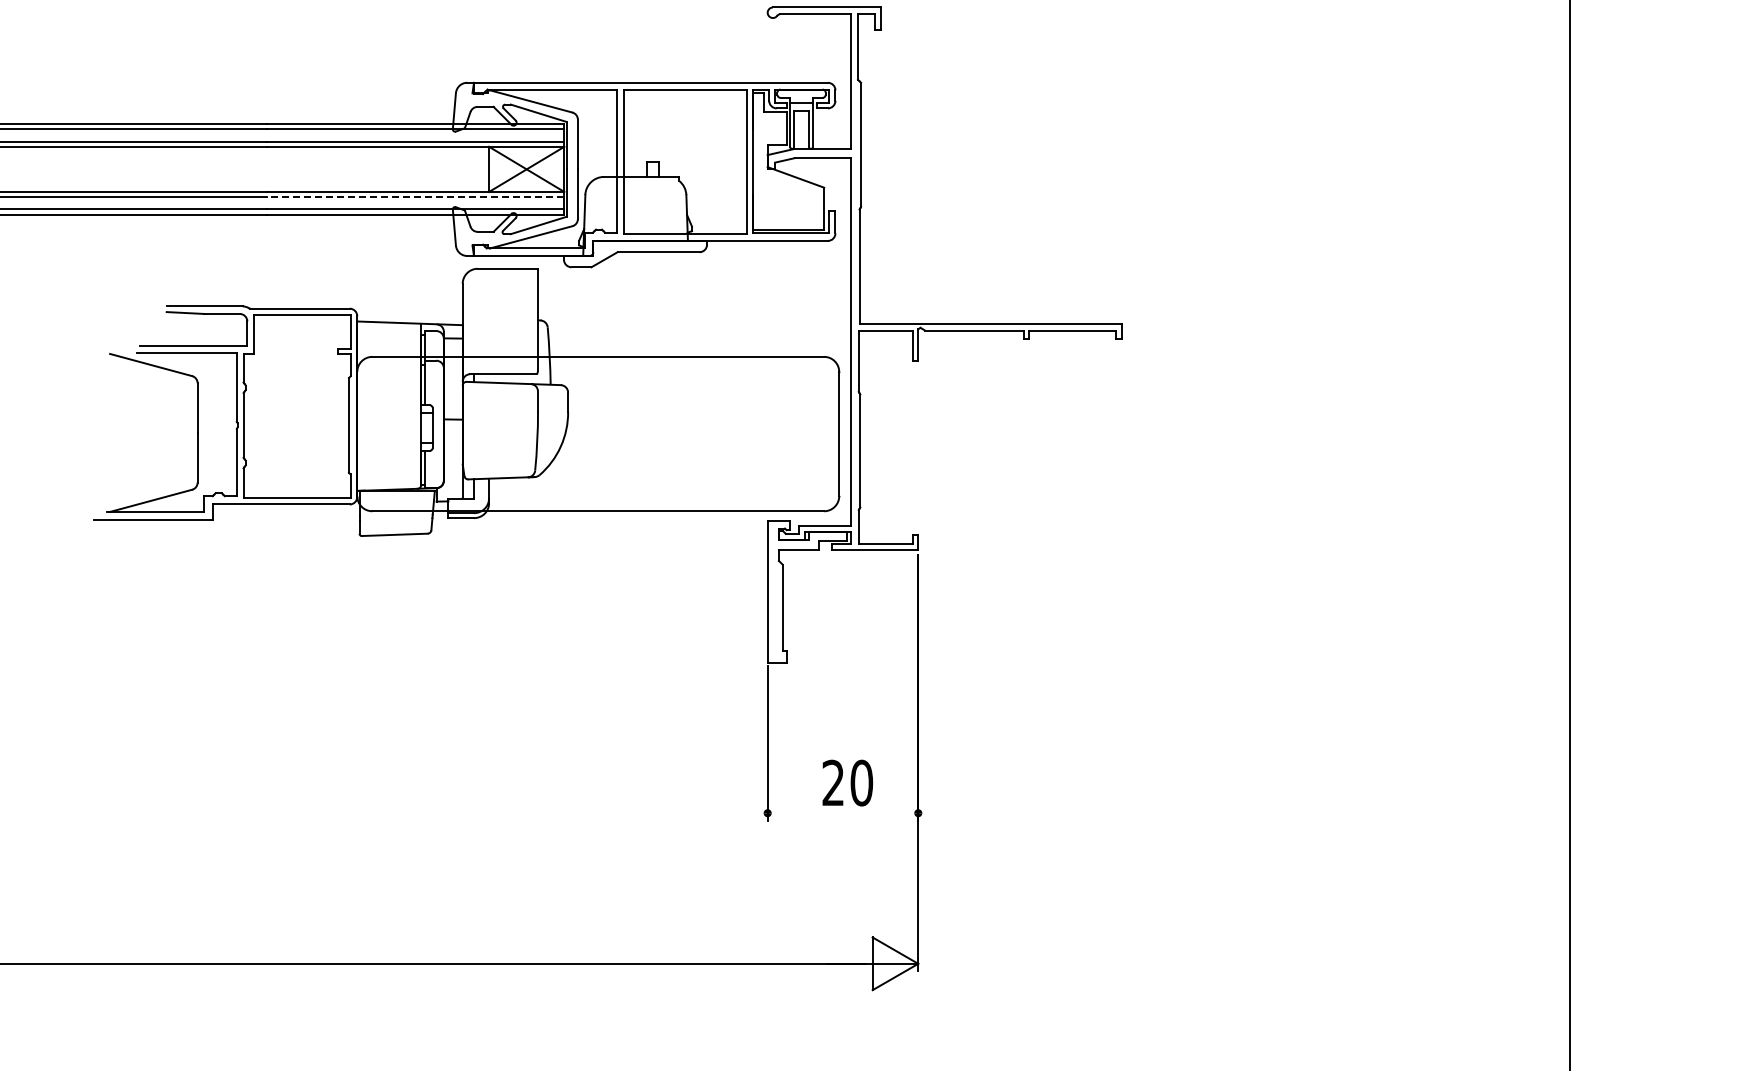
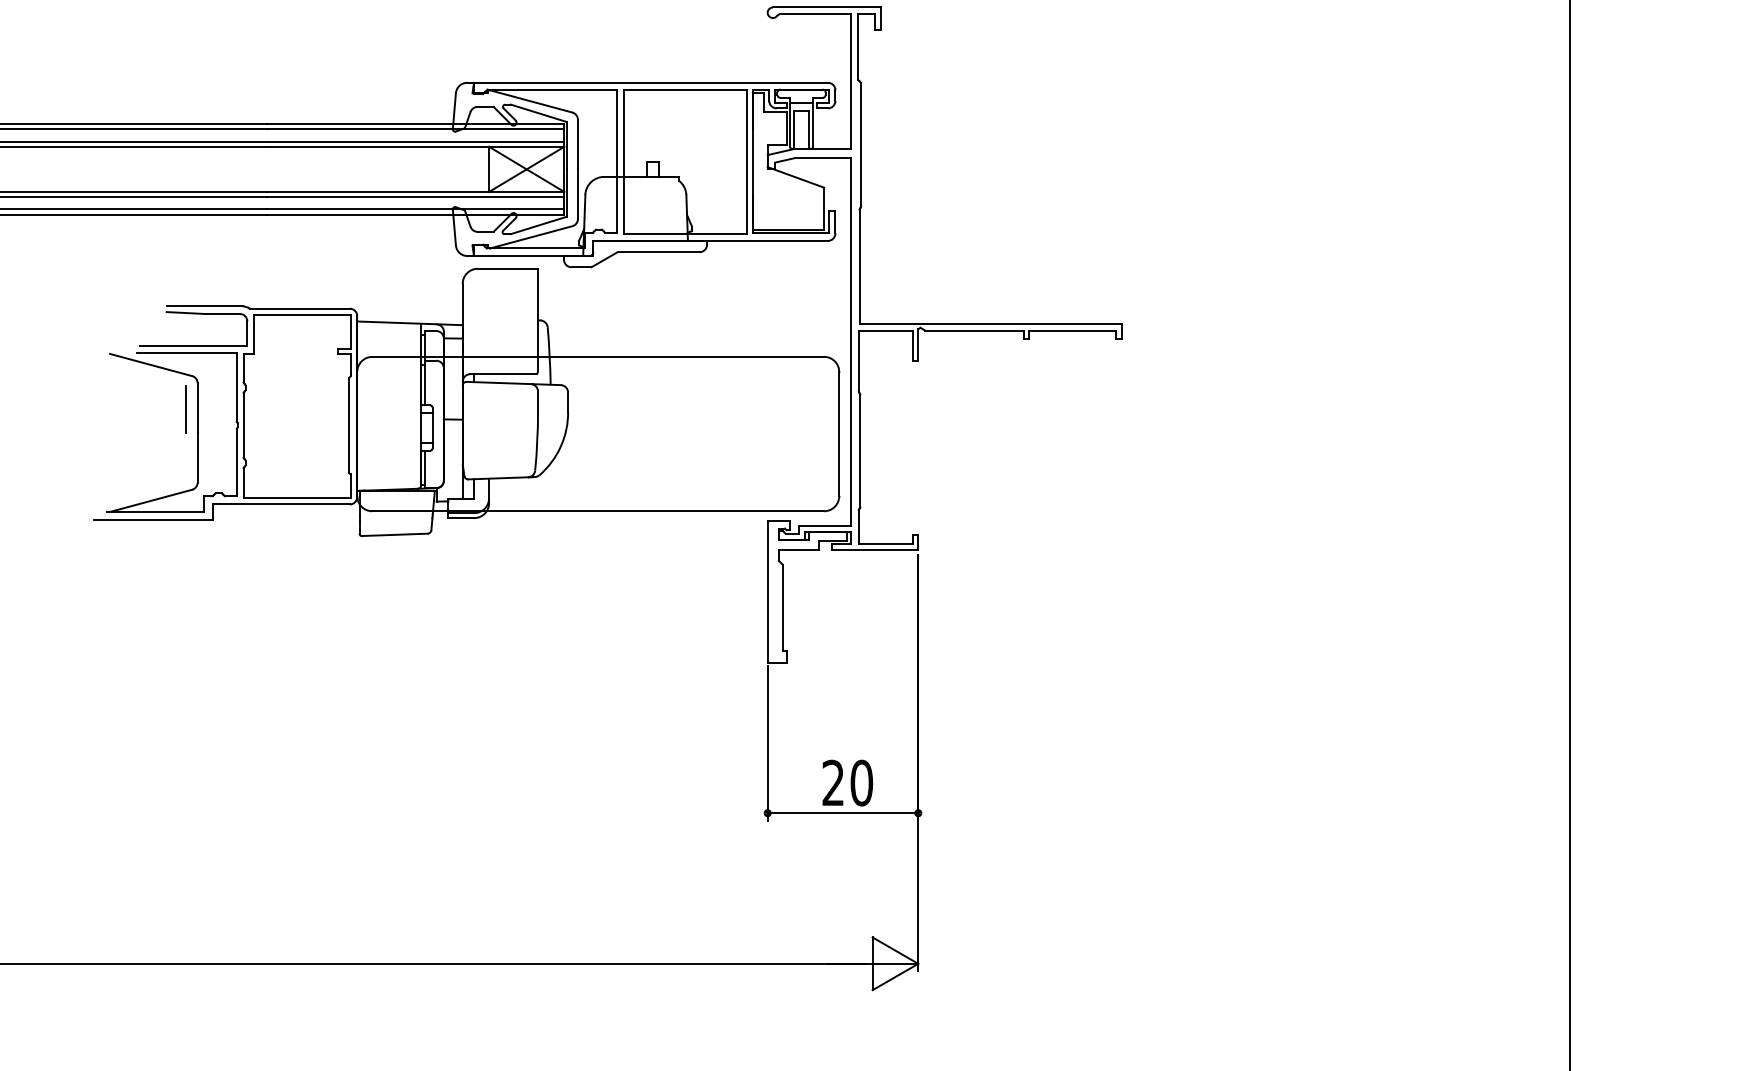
line at (415, 197): dashed -> solid
line at (185, 409): none -> present
line at (842, 813): none -> present
